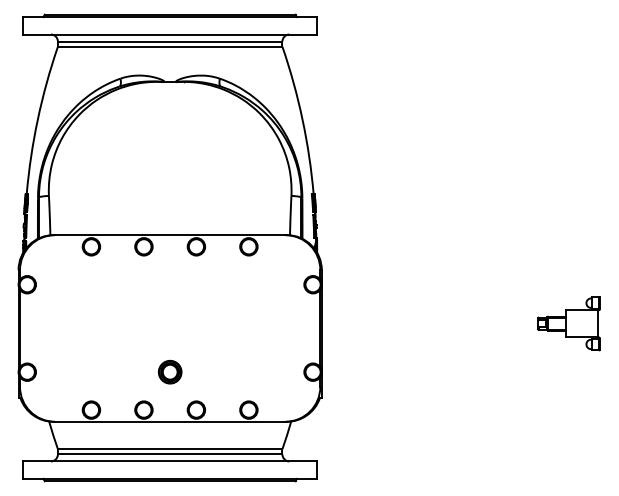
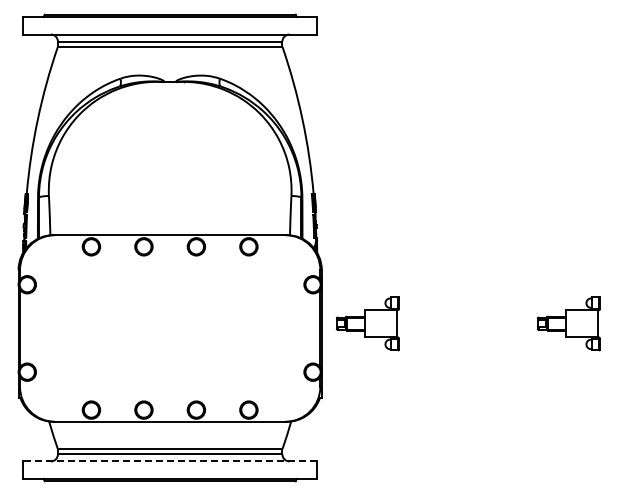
part at (367, 323): none -> present
part at (169, 372): present -> none
line at (169, 461): solid -> dashed
